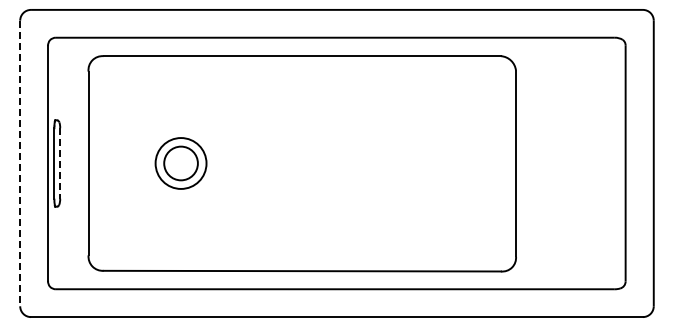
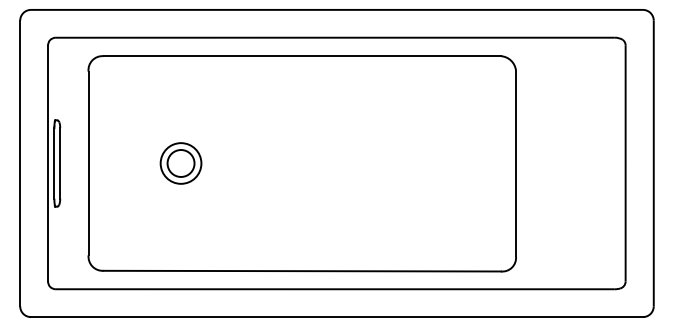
line at (20, 163): dashed -> solid
line at (60, 163): dashed -> solid
part at (180, 163) size: 54x53 px -> 44x43 px
